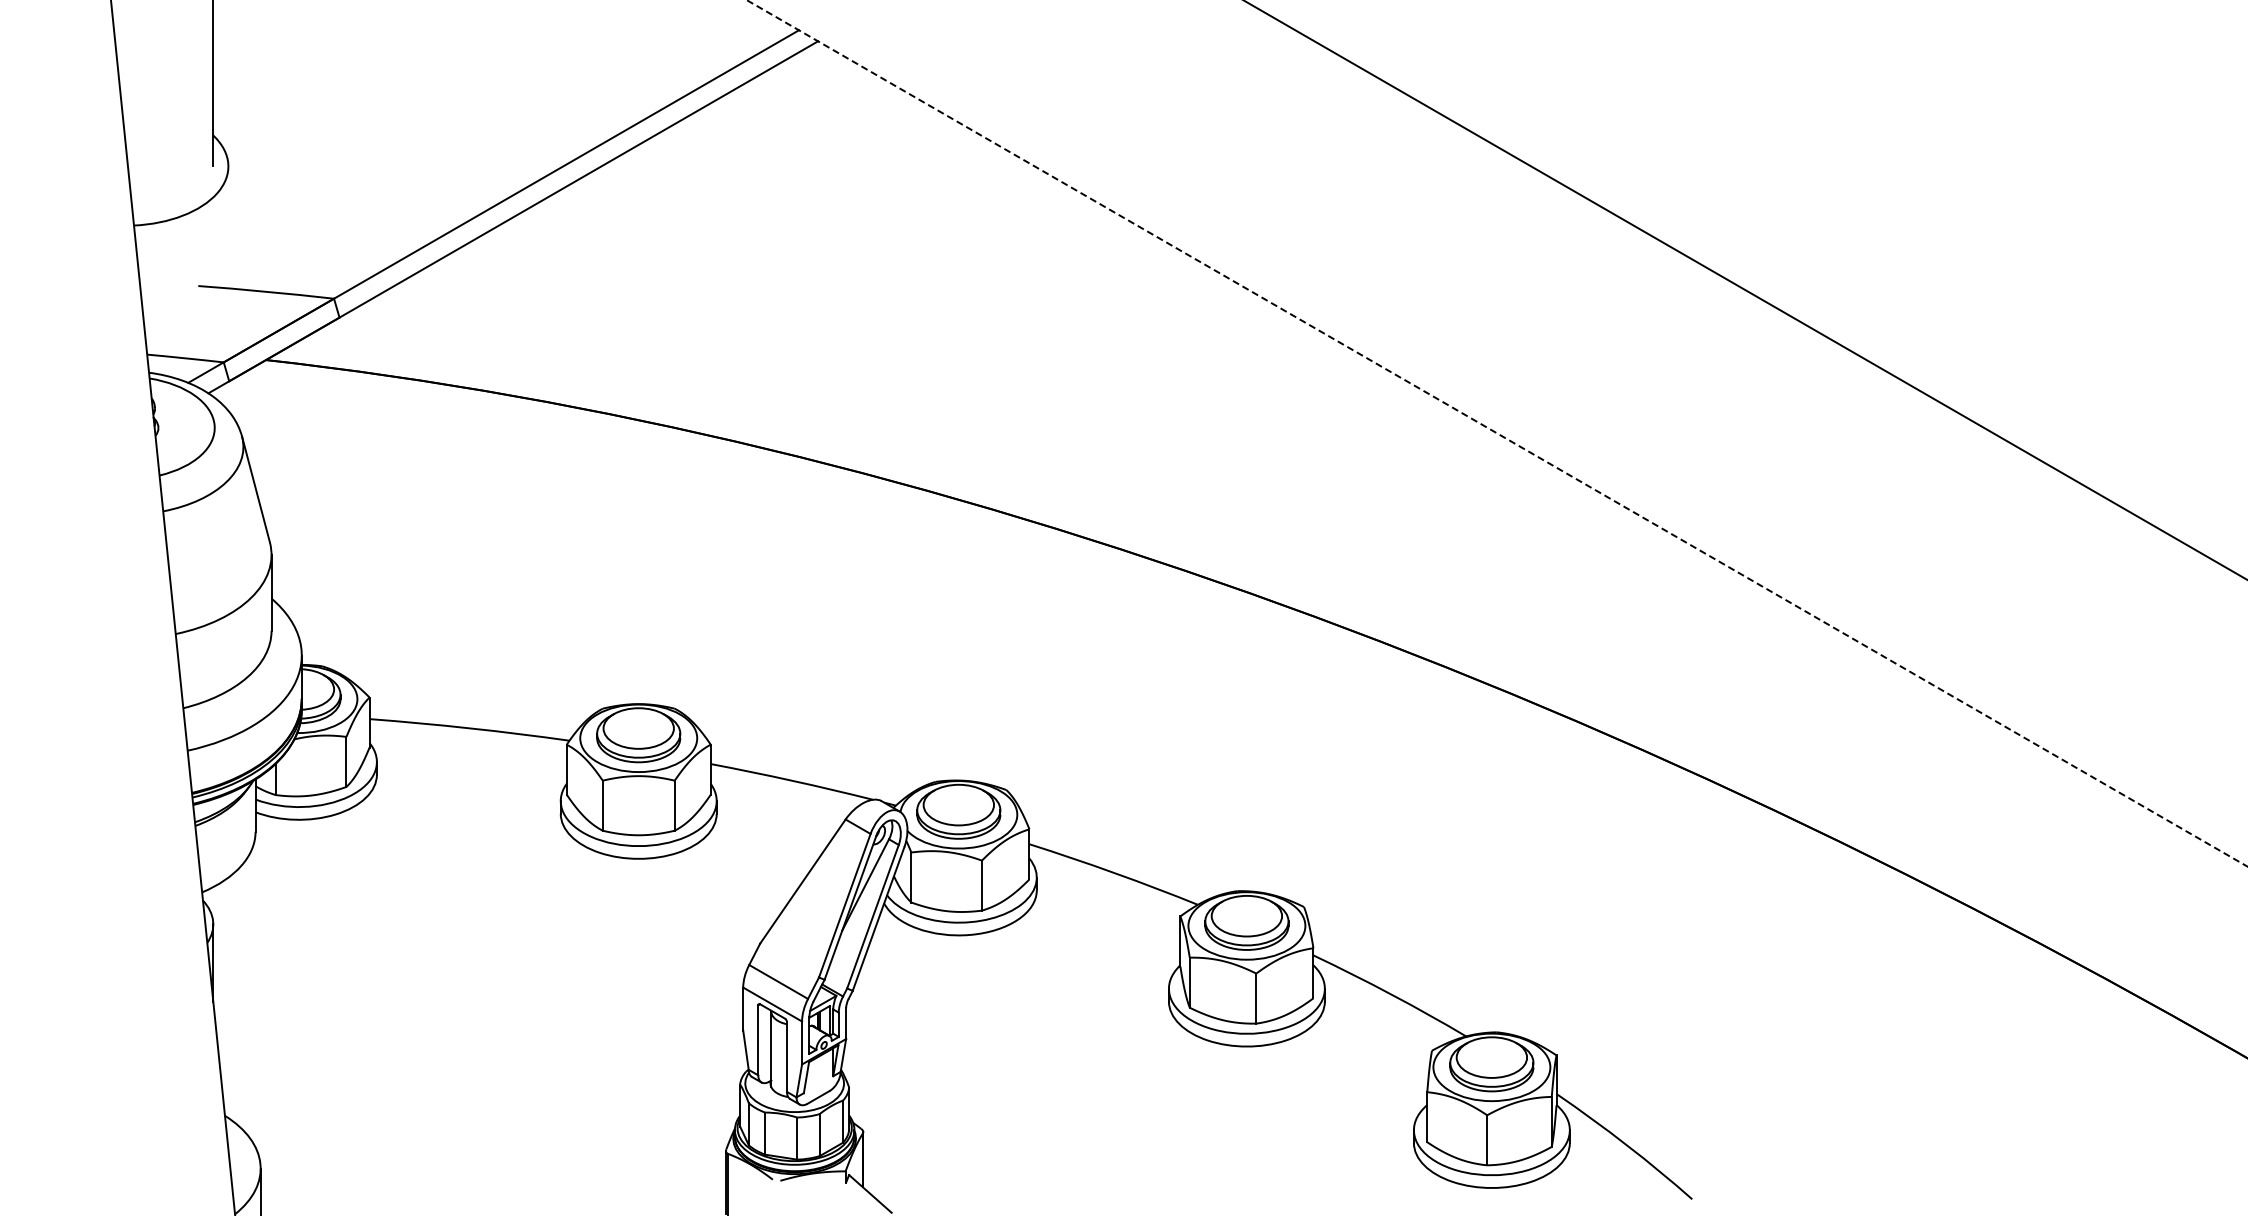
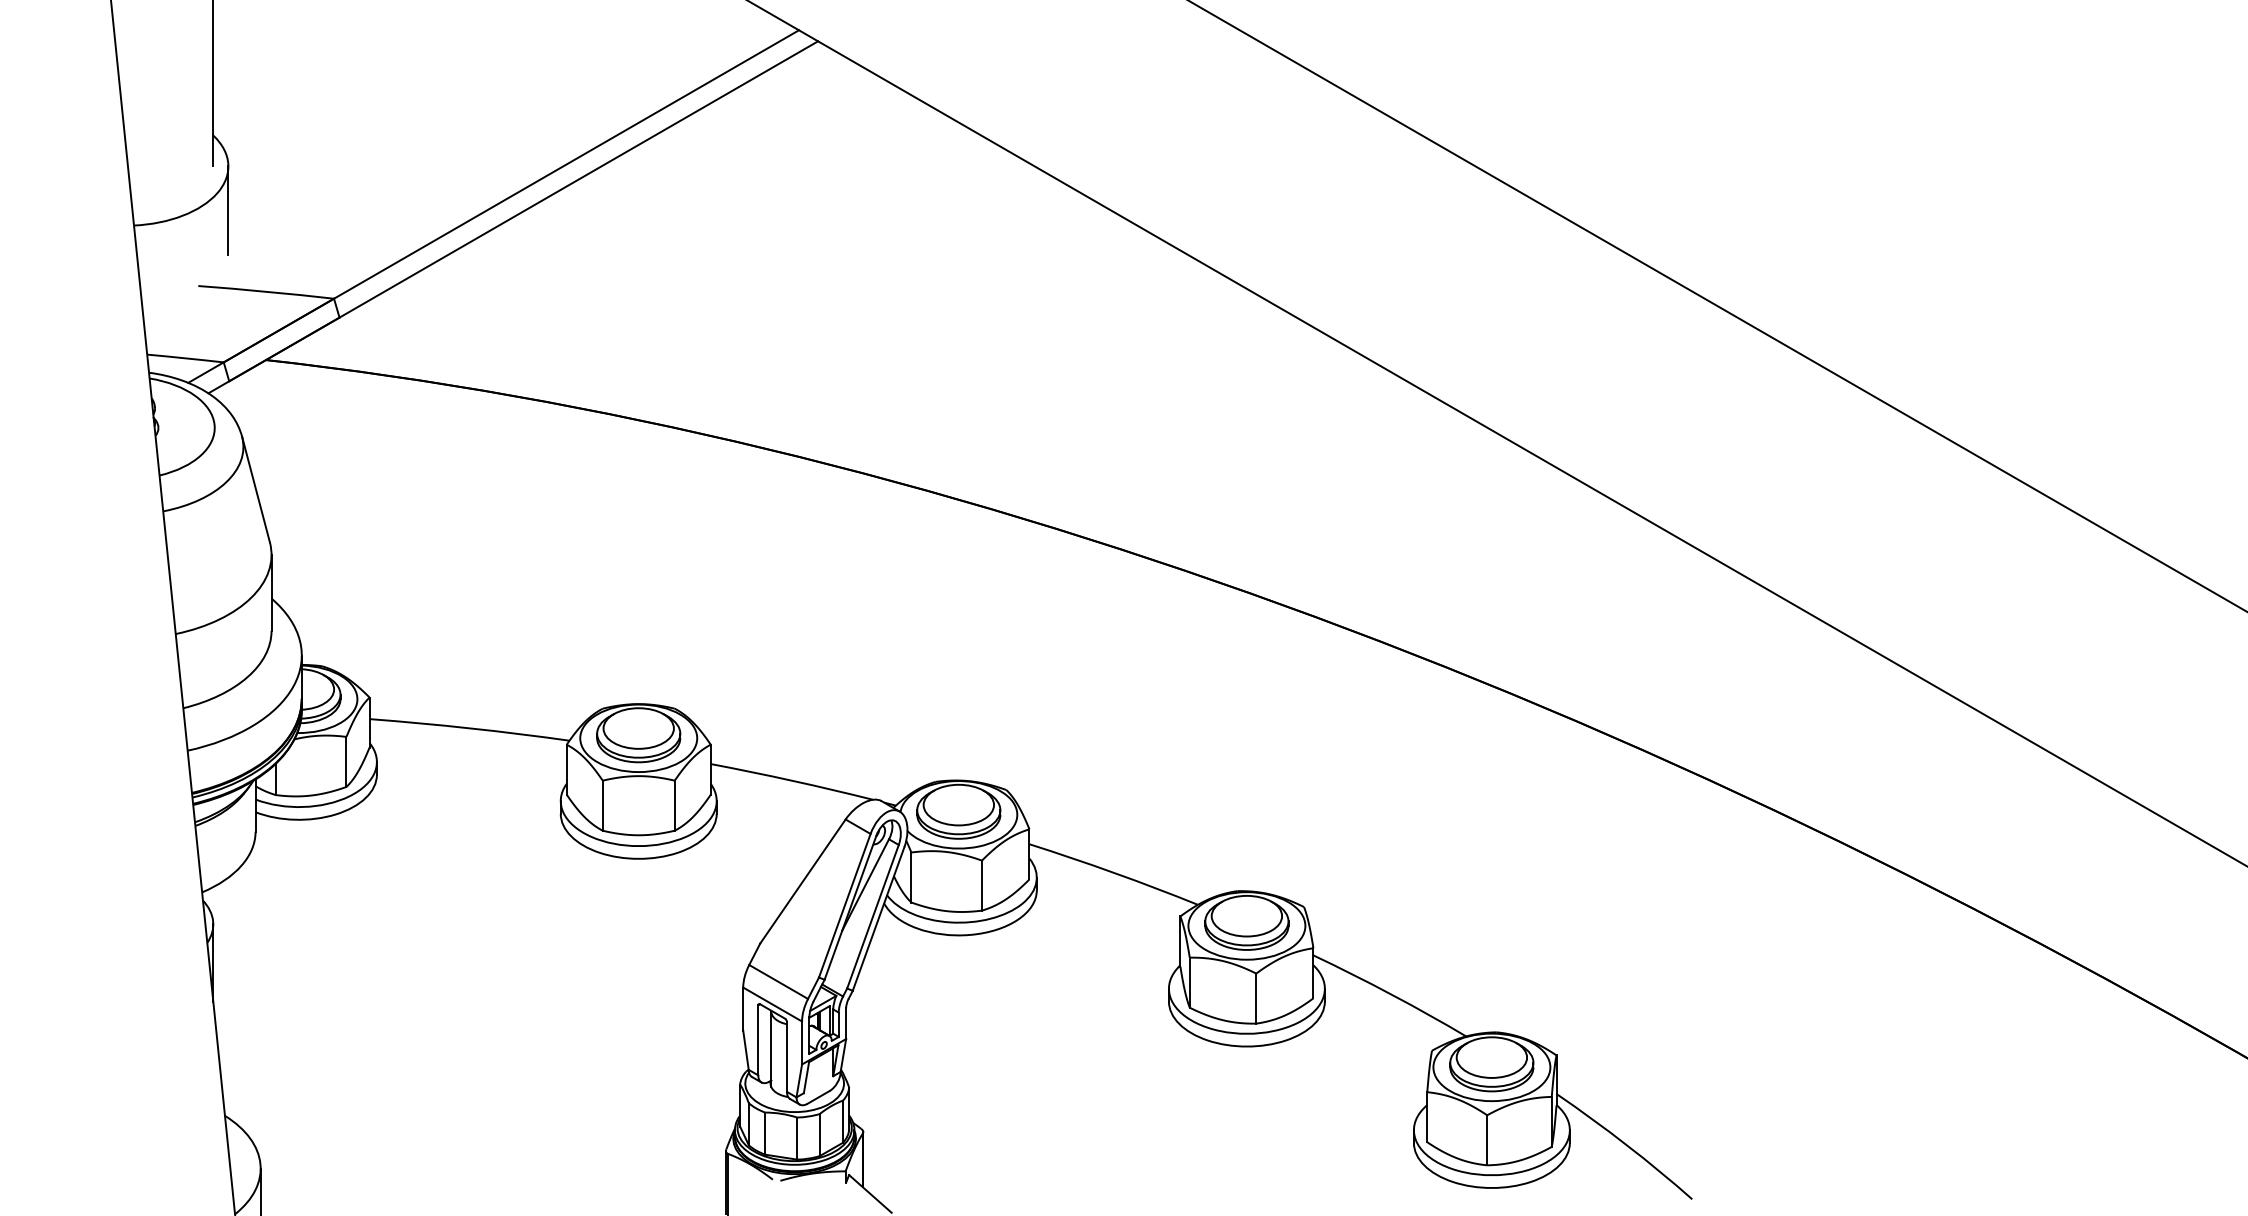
line at (228, 210): none -> present
line at (1745, 290) position: (1745, 290) -> (1717, 306)
line at (1497, 433): dashed -> solid
